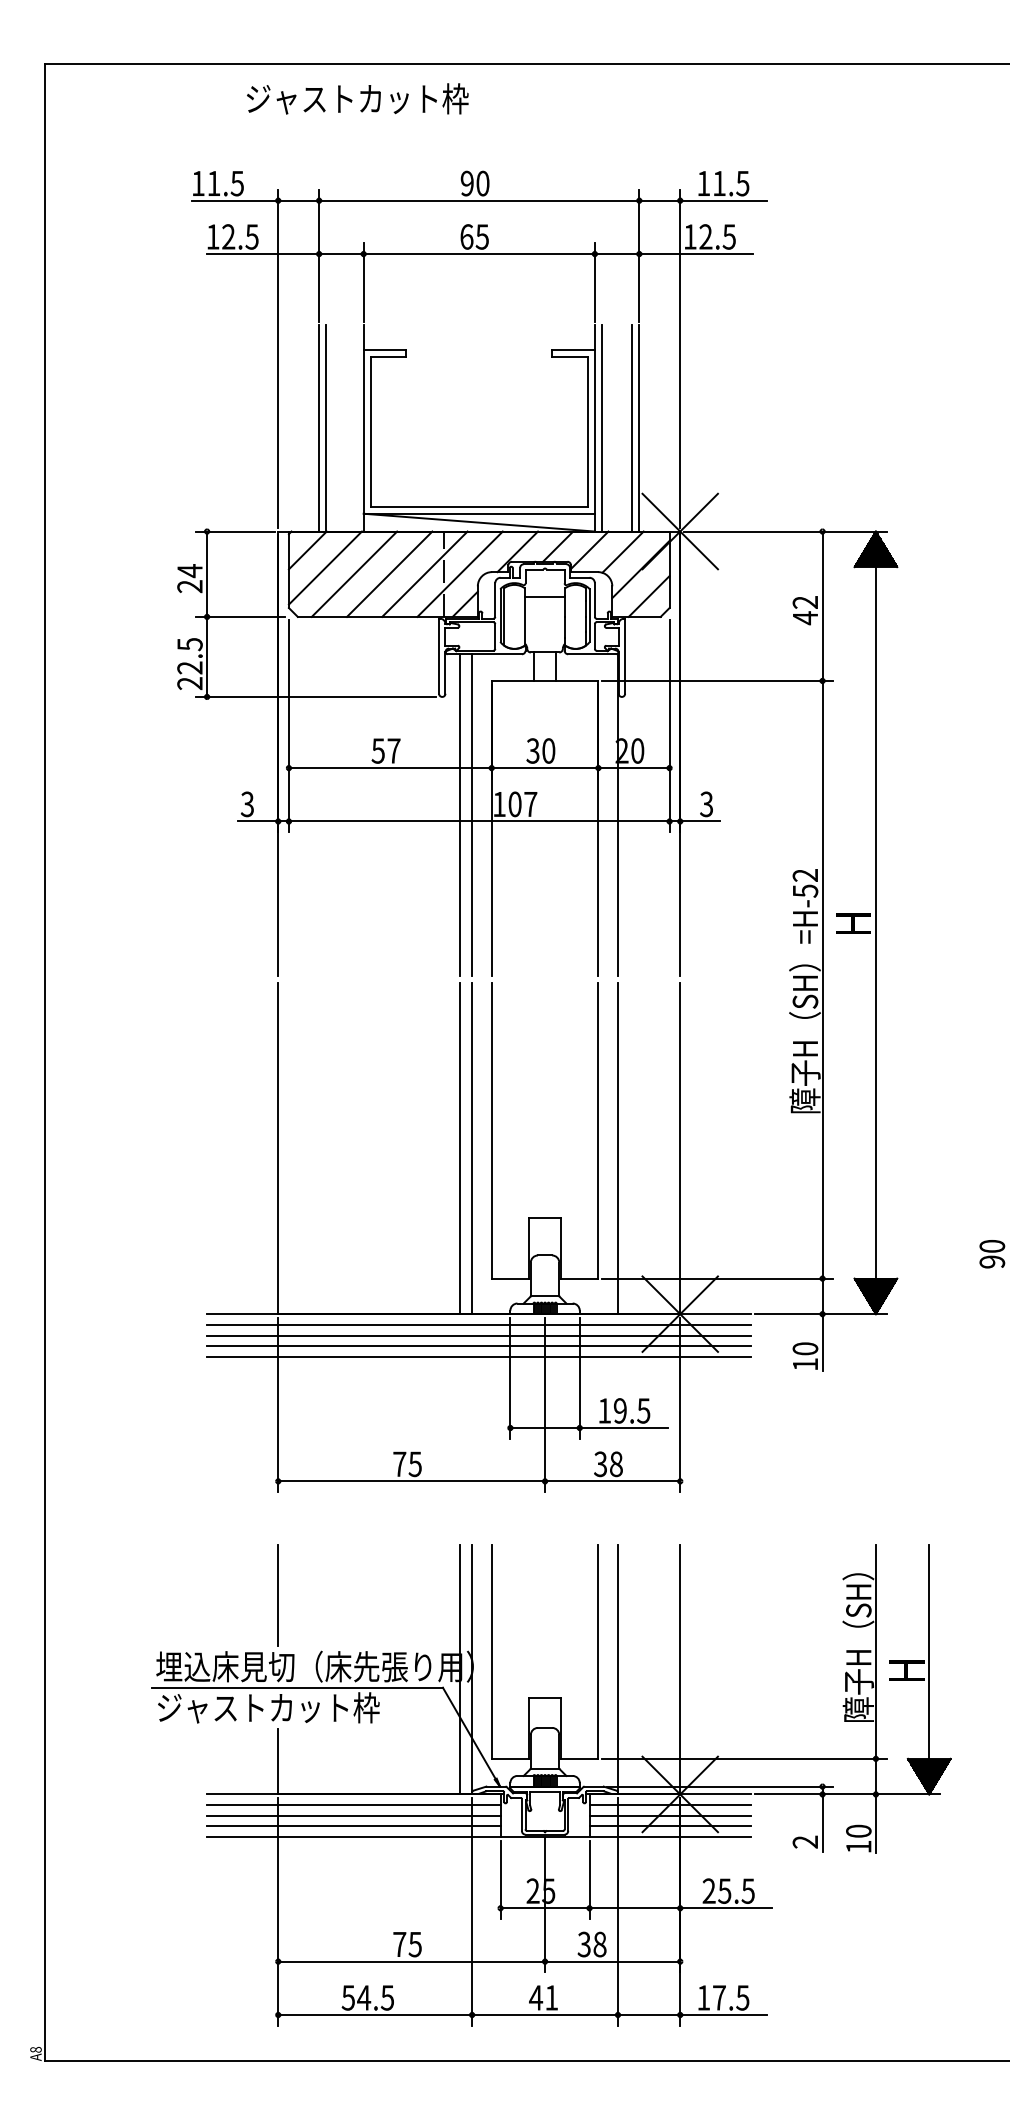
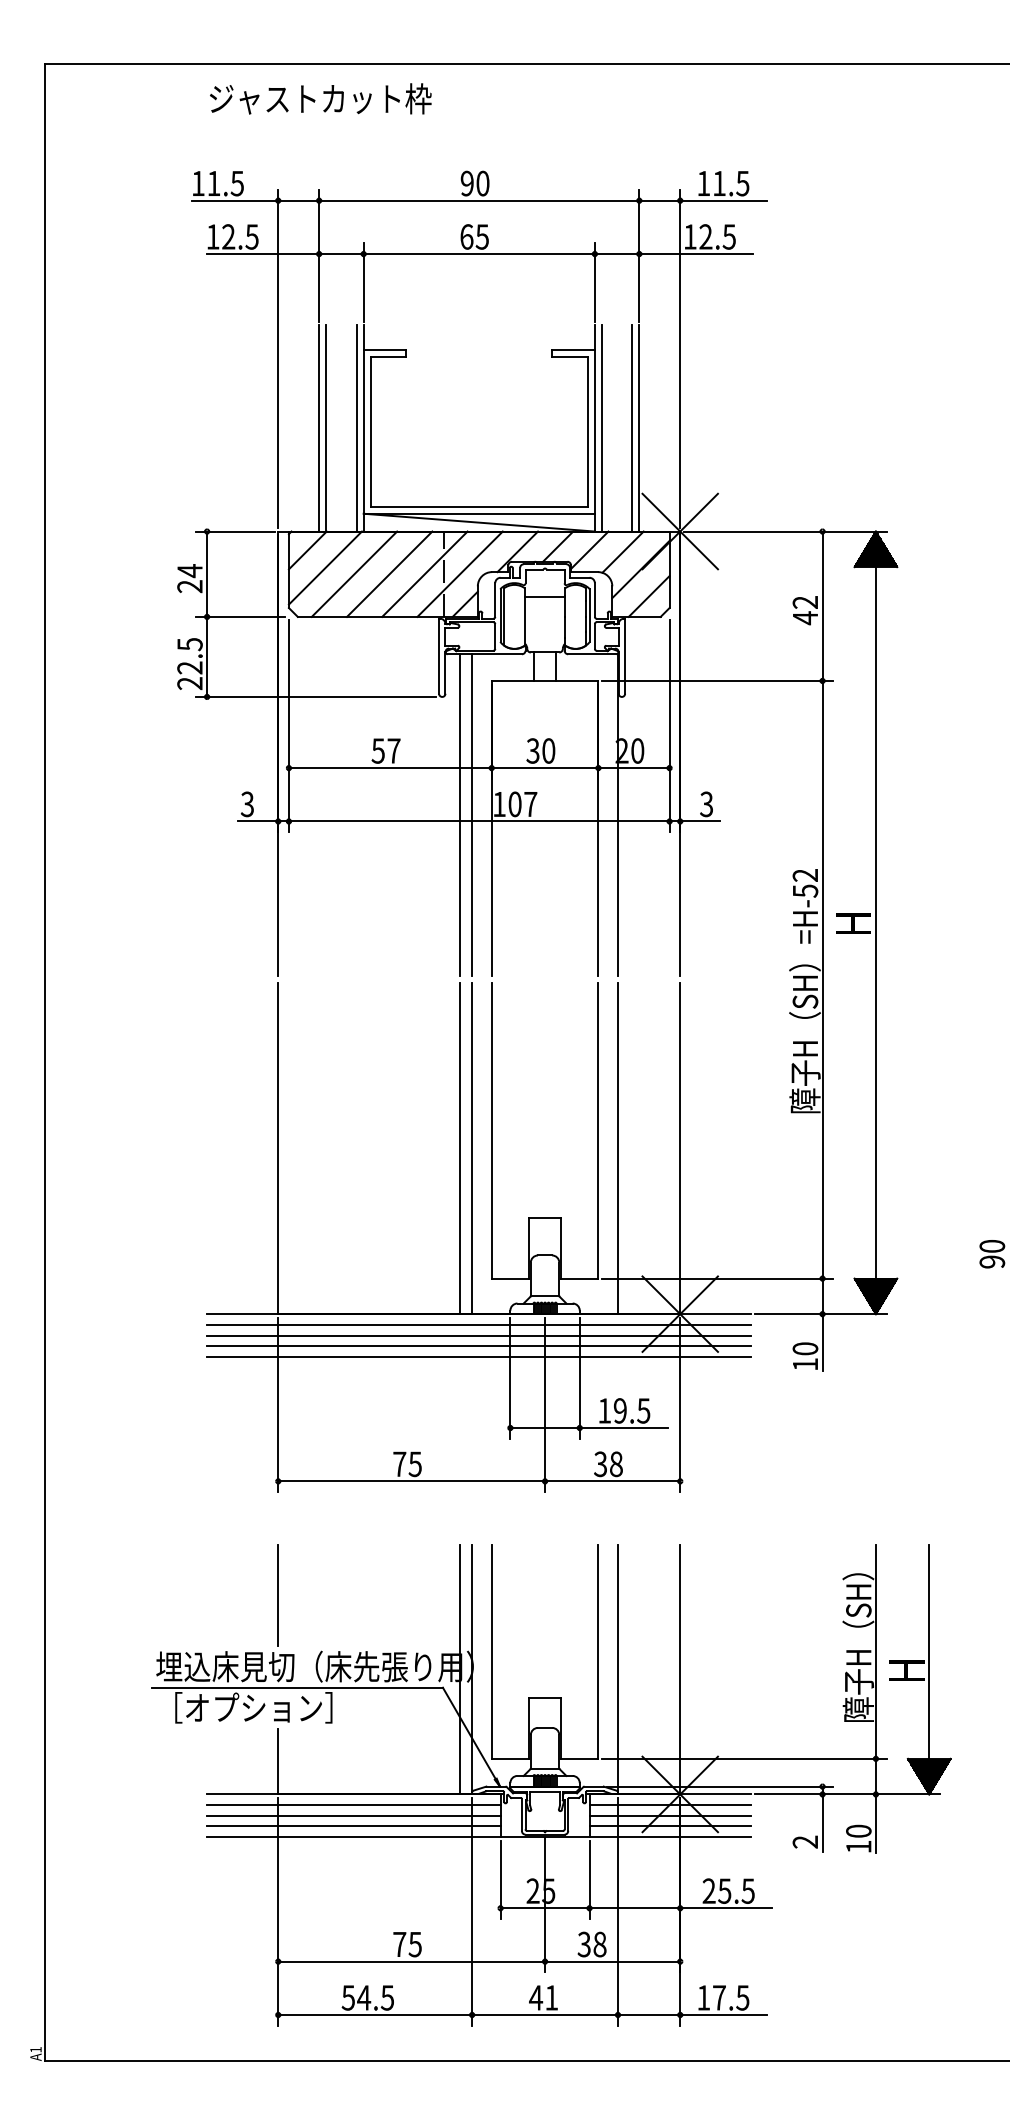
text at (357, 98) position: (357, 98) -> (320, 98)
line at (356, 428): none -> present
text at (268, 1707): ジャストカット枠 -> ［オプション］
text at (35, 2049): A8 -> A1
